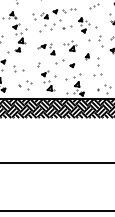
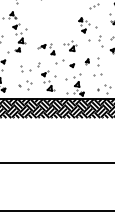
part at (54, 20): present -> none
part at (86, 56) position: (86, 56) -> (86, 61)
part at (18, 68) position: (18, 68) -> (25, 68)
